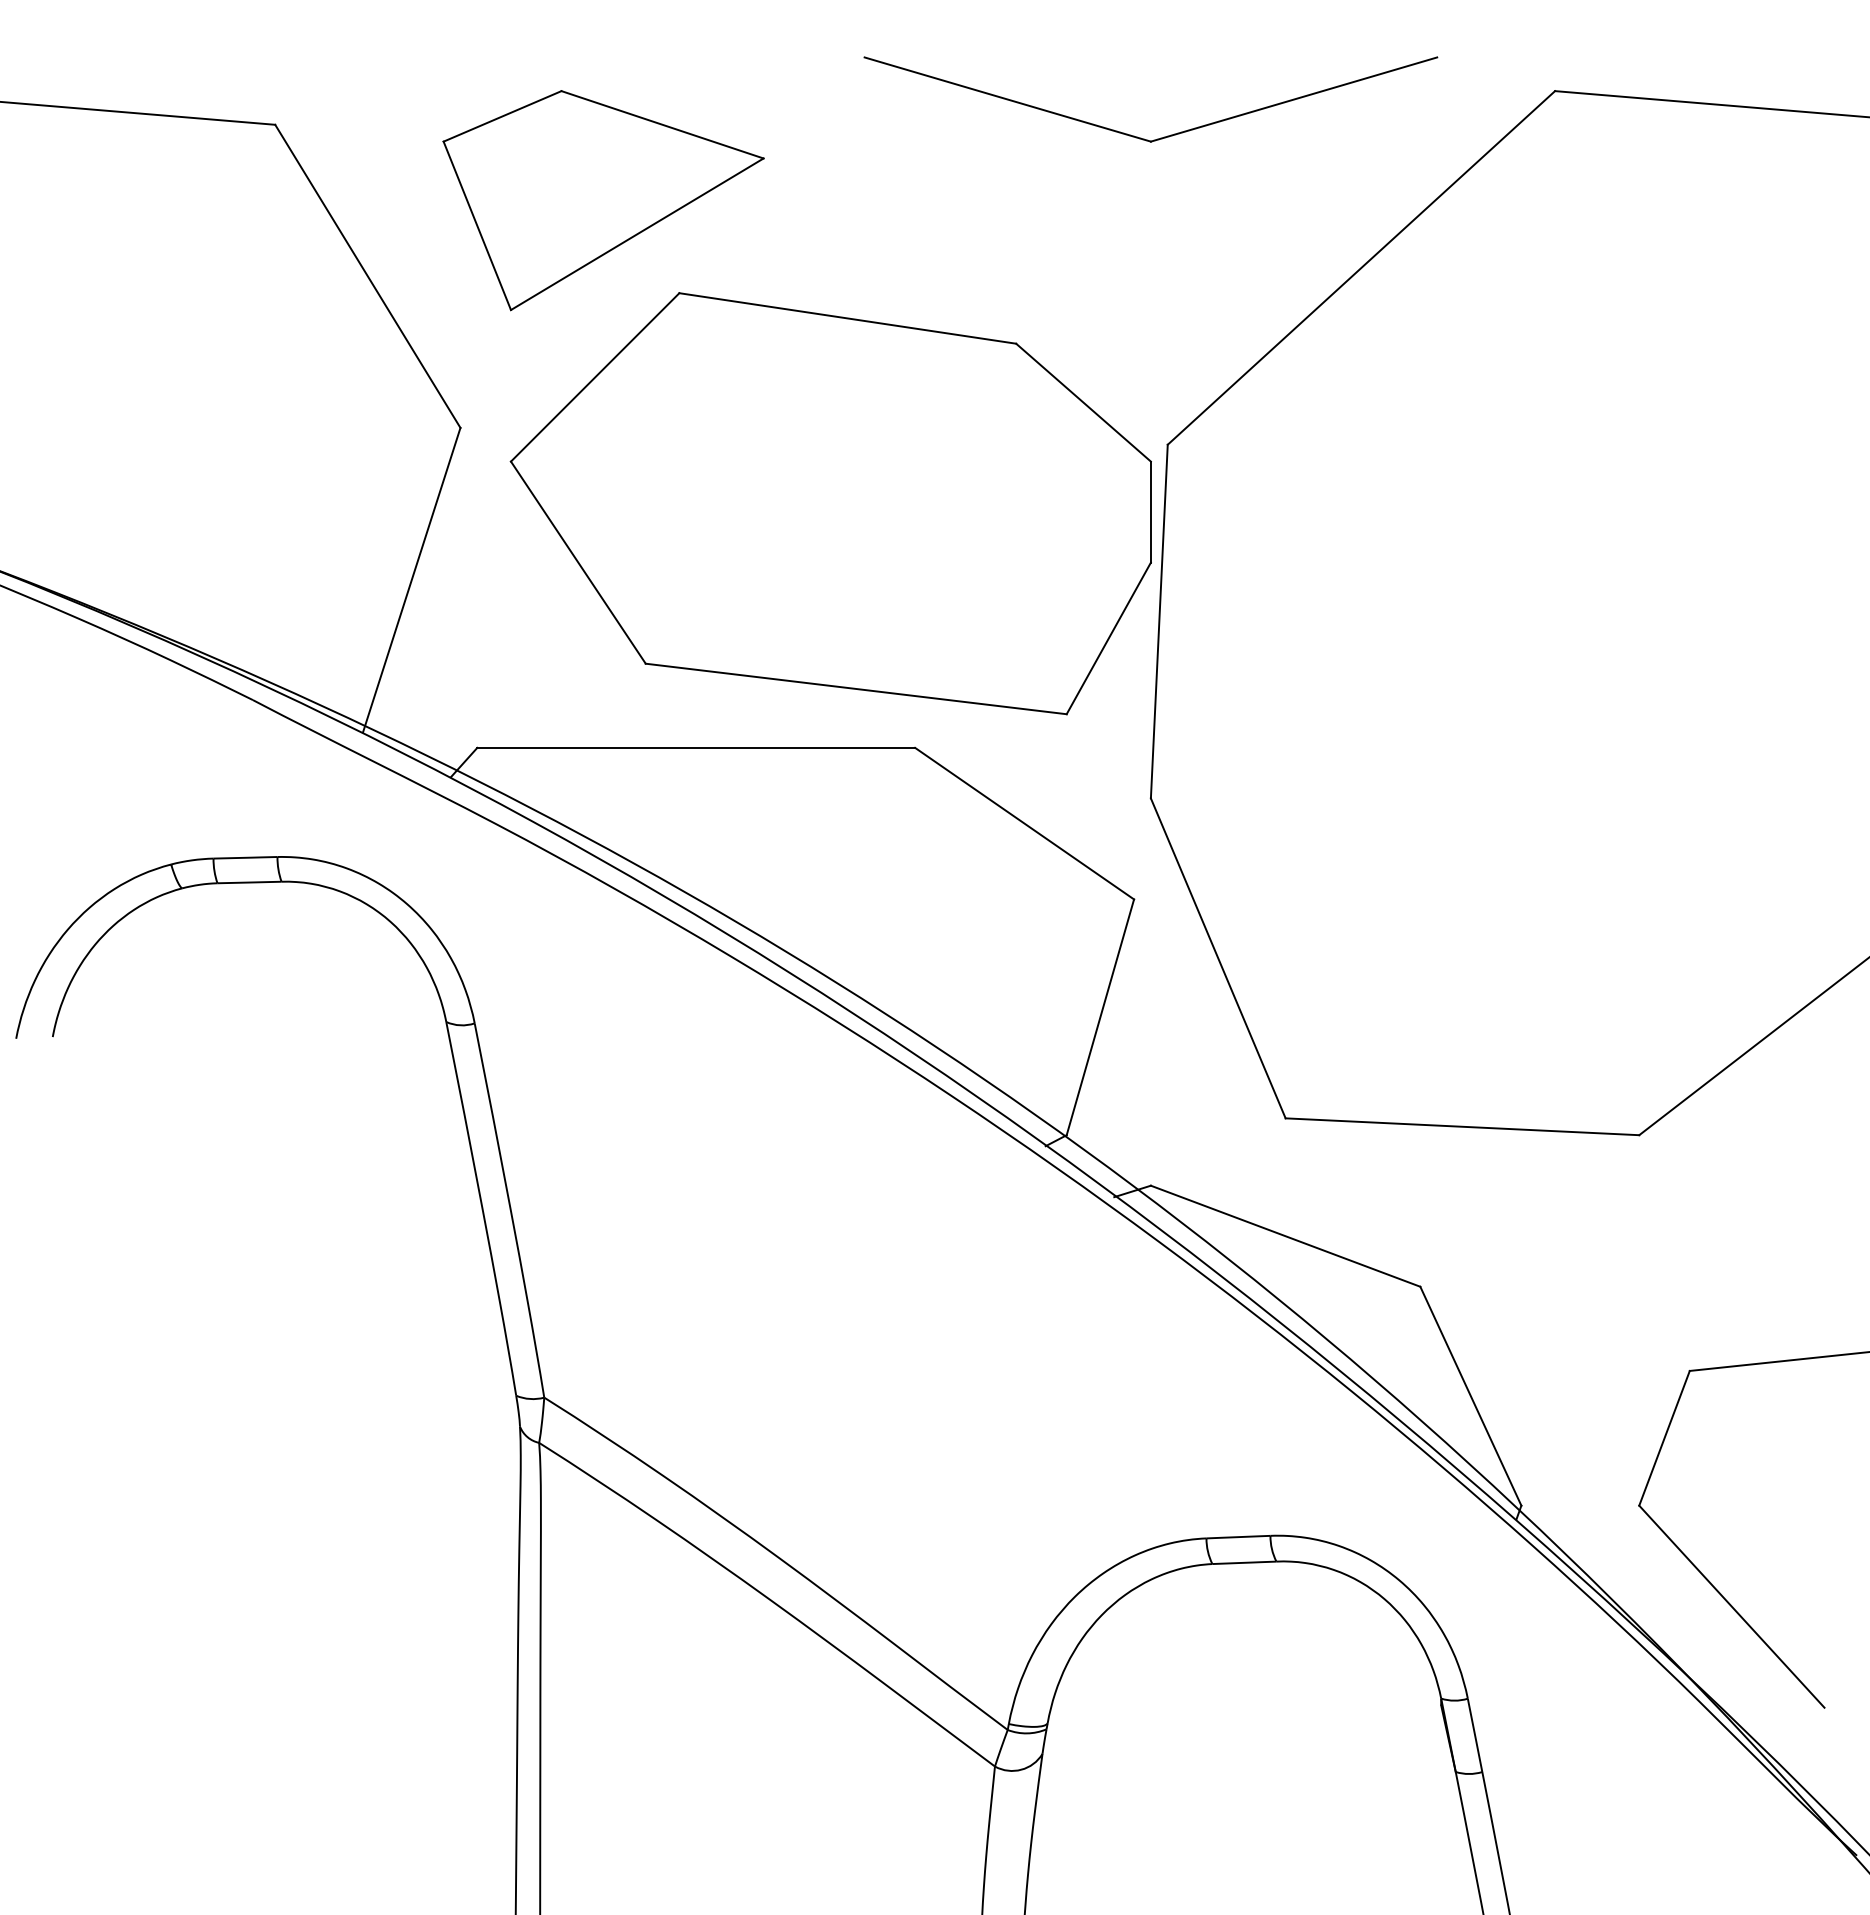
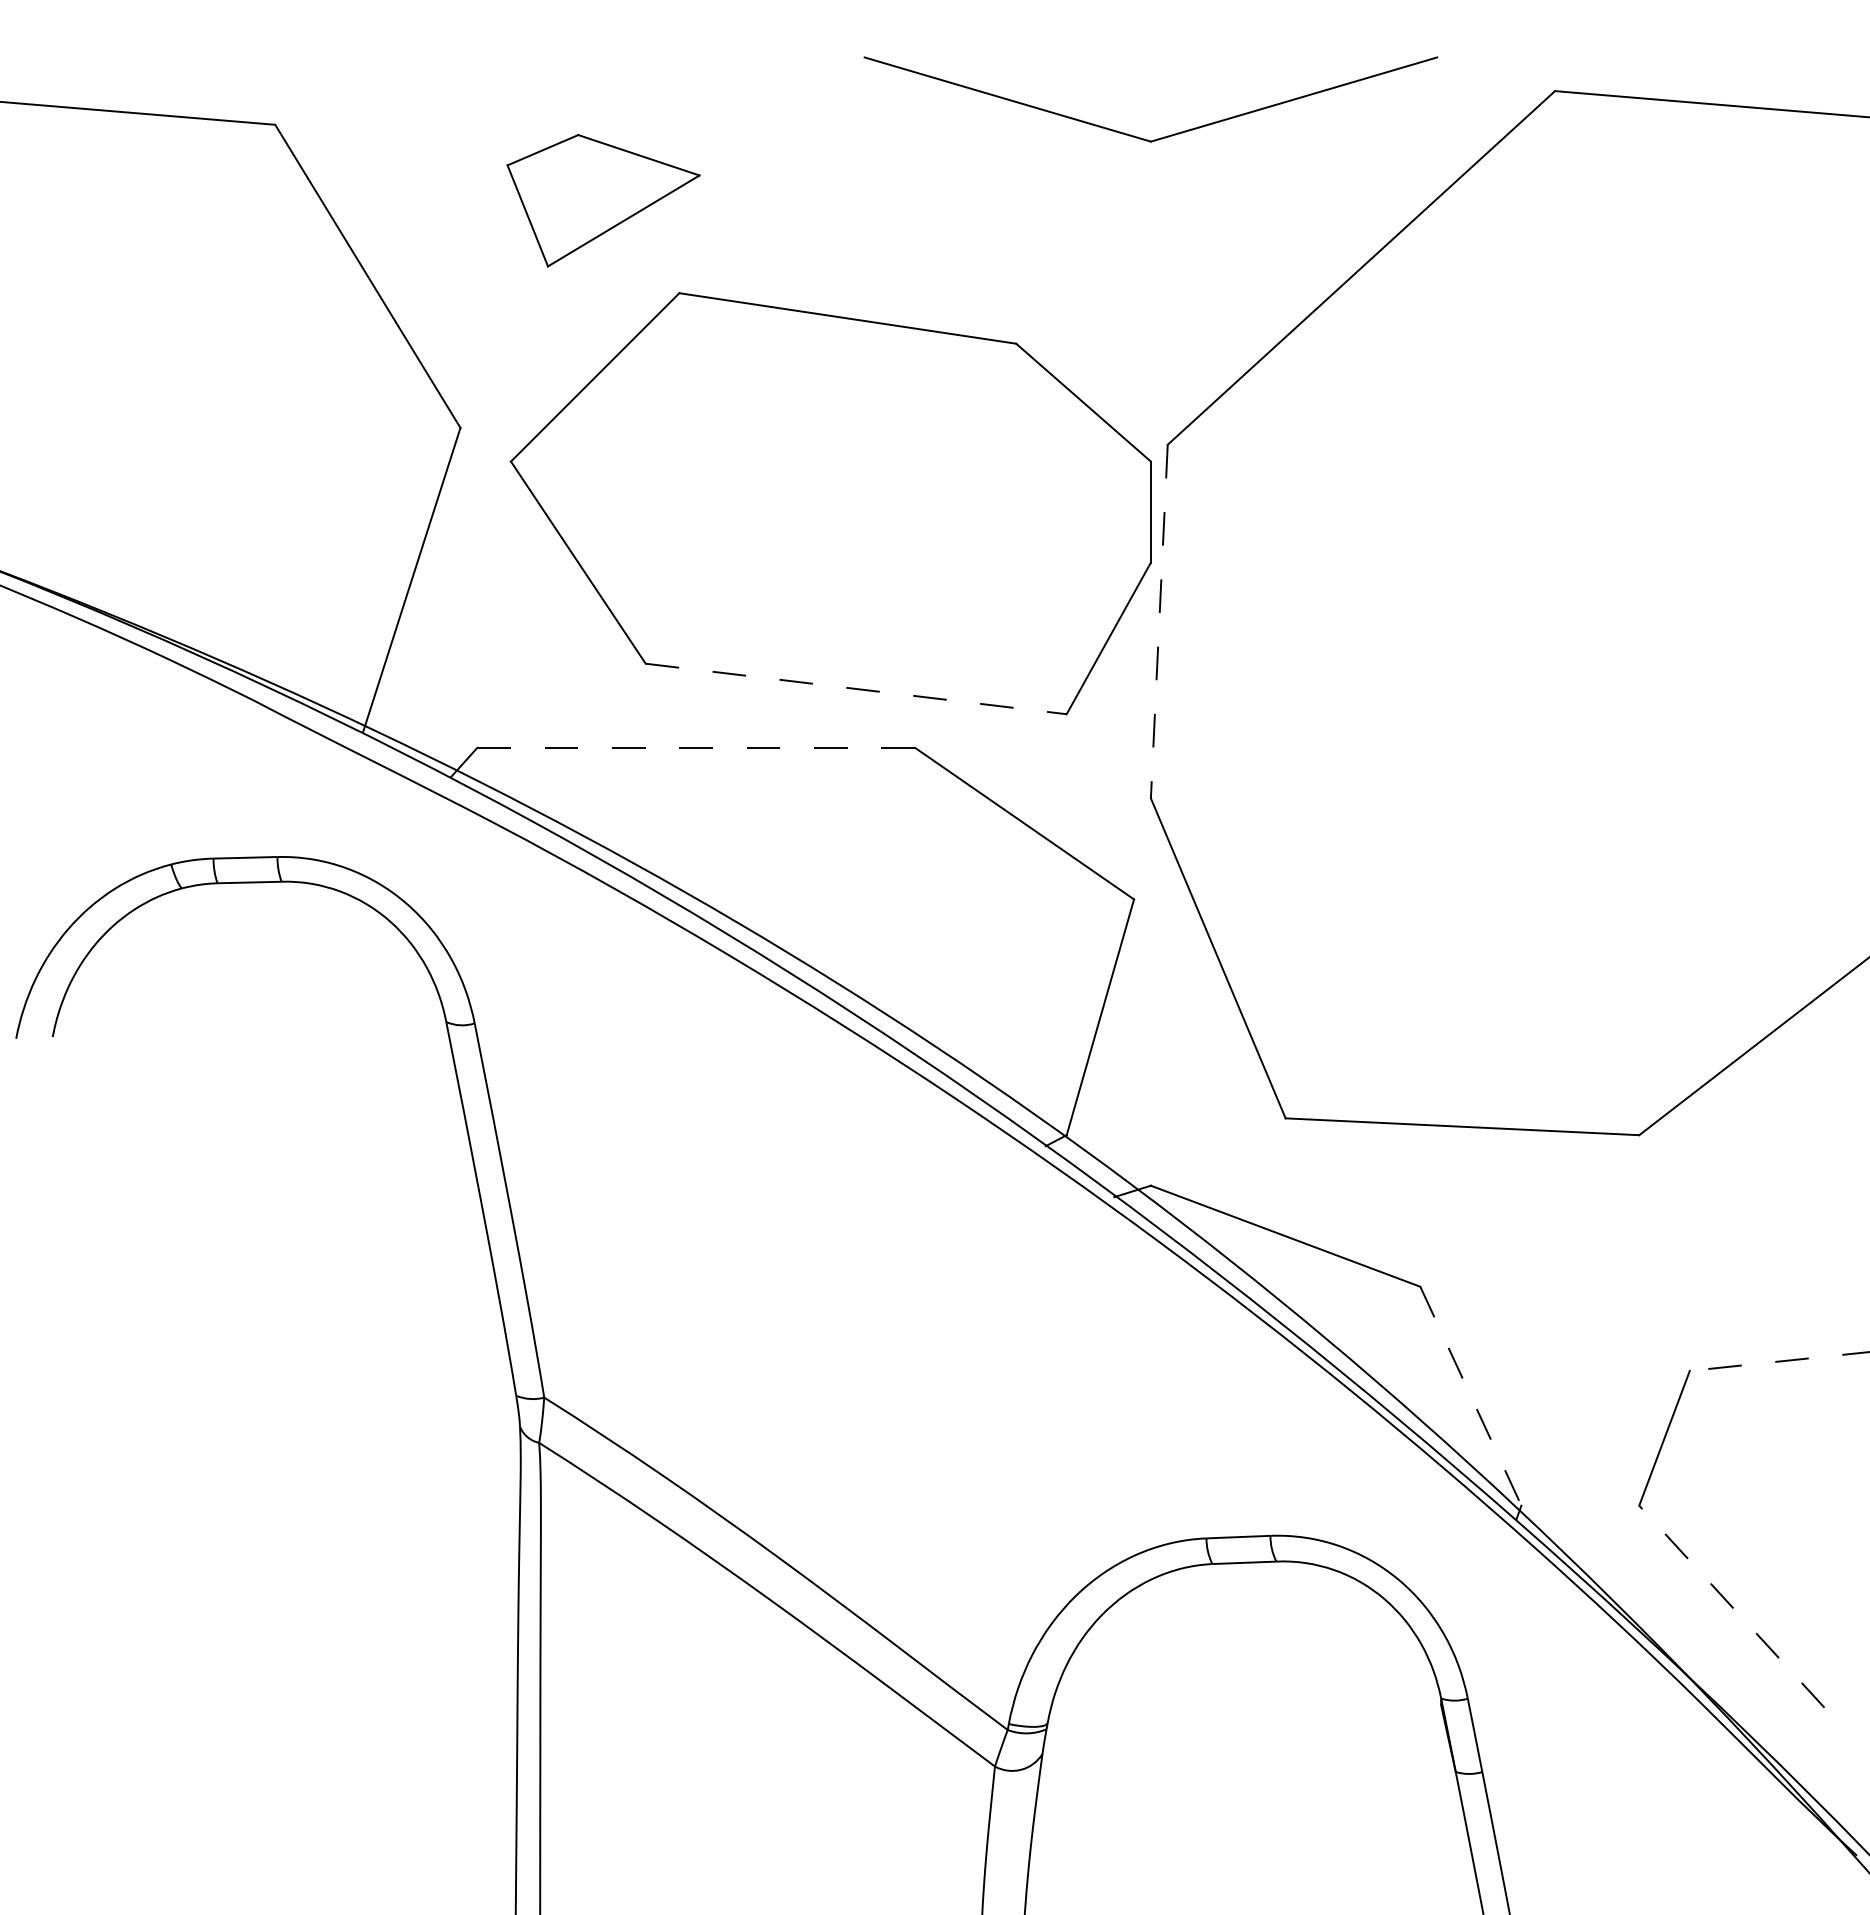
part at (603, 200) size: 323x222 px -> 195x134 px
line at (1159, 622): solid -> dashed
line at (856, 689): solid -> dashed
line at (696, 747): solid -> dashed
line at (1779, 1361): solid -> dashed
line at (1470, 1396): solid -> dashed
line at (1731, 1606): solid -> dashed
